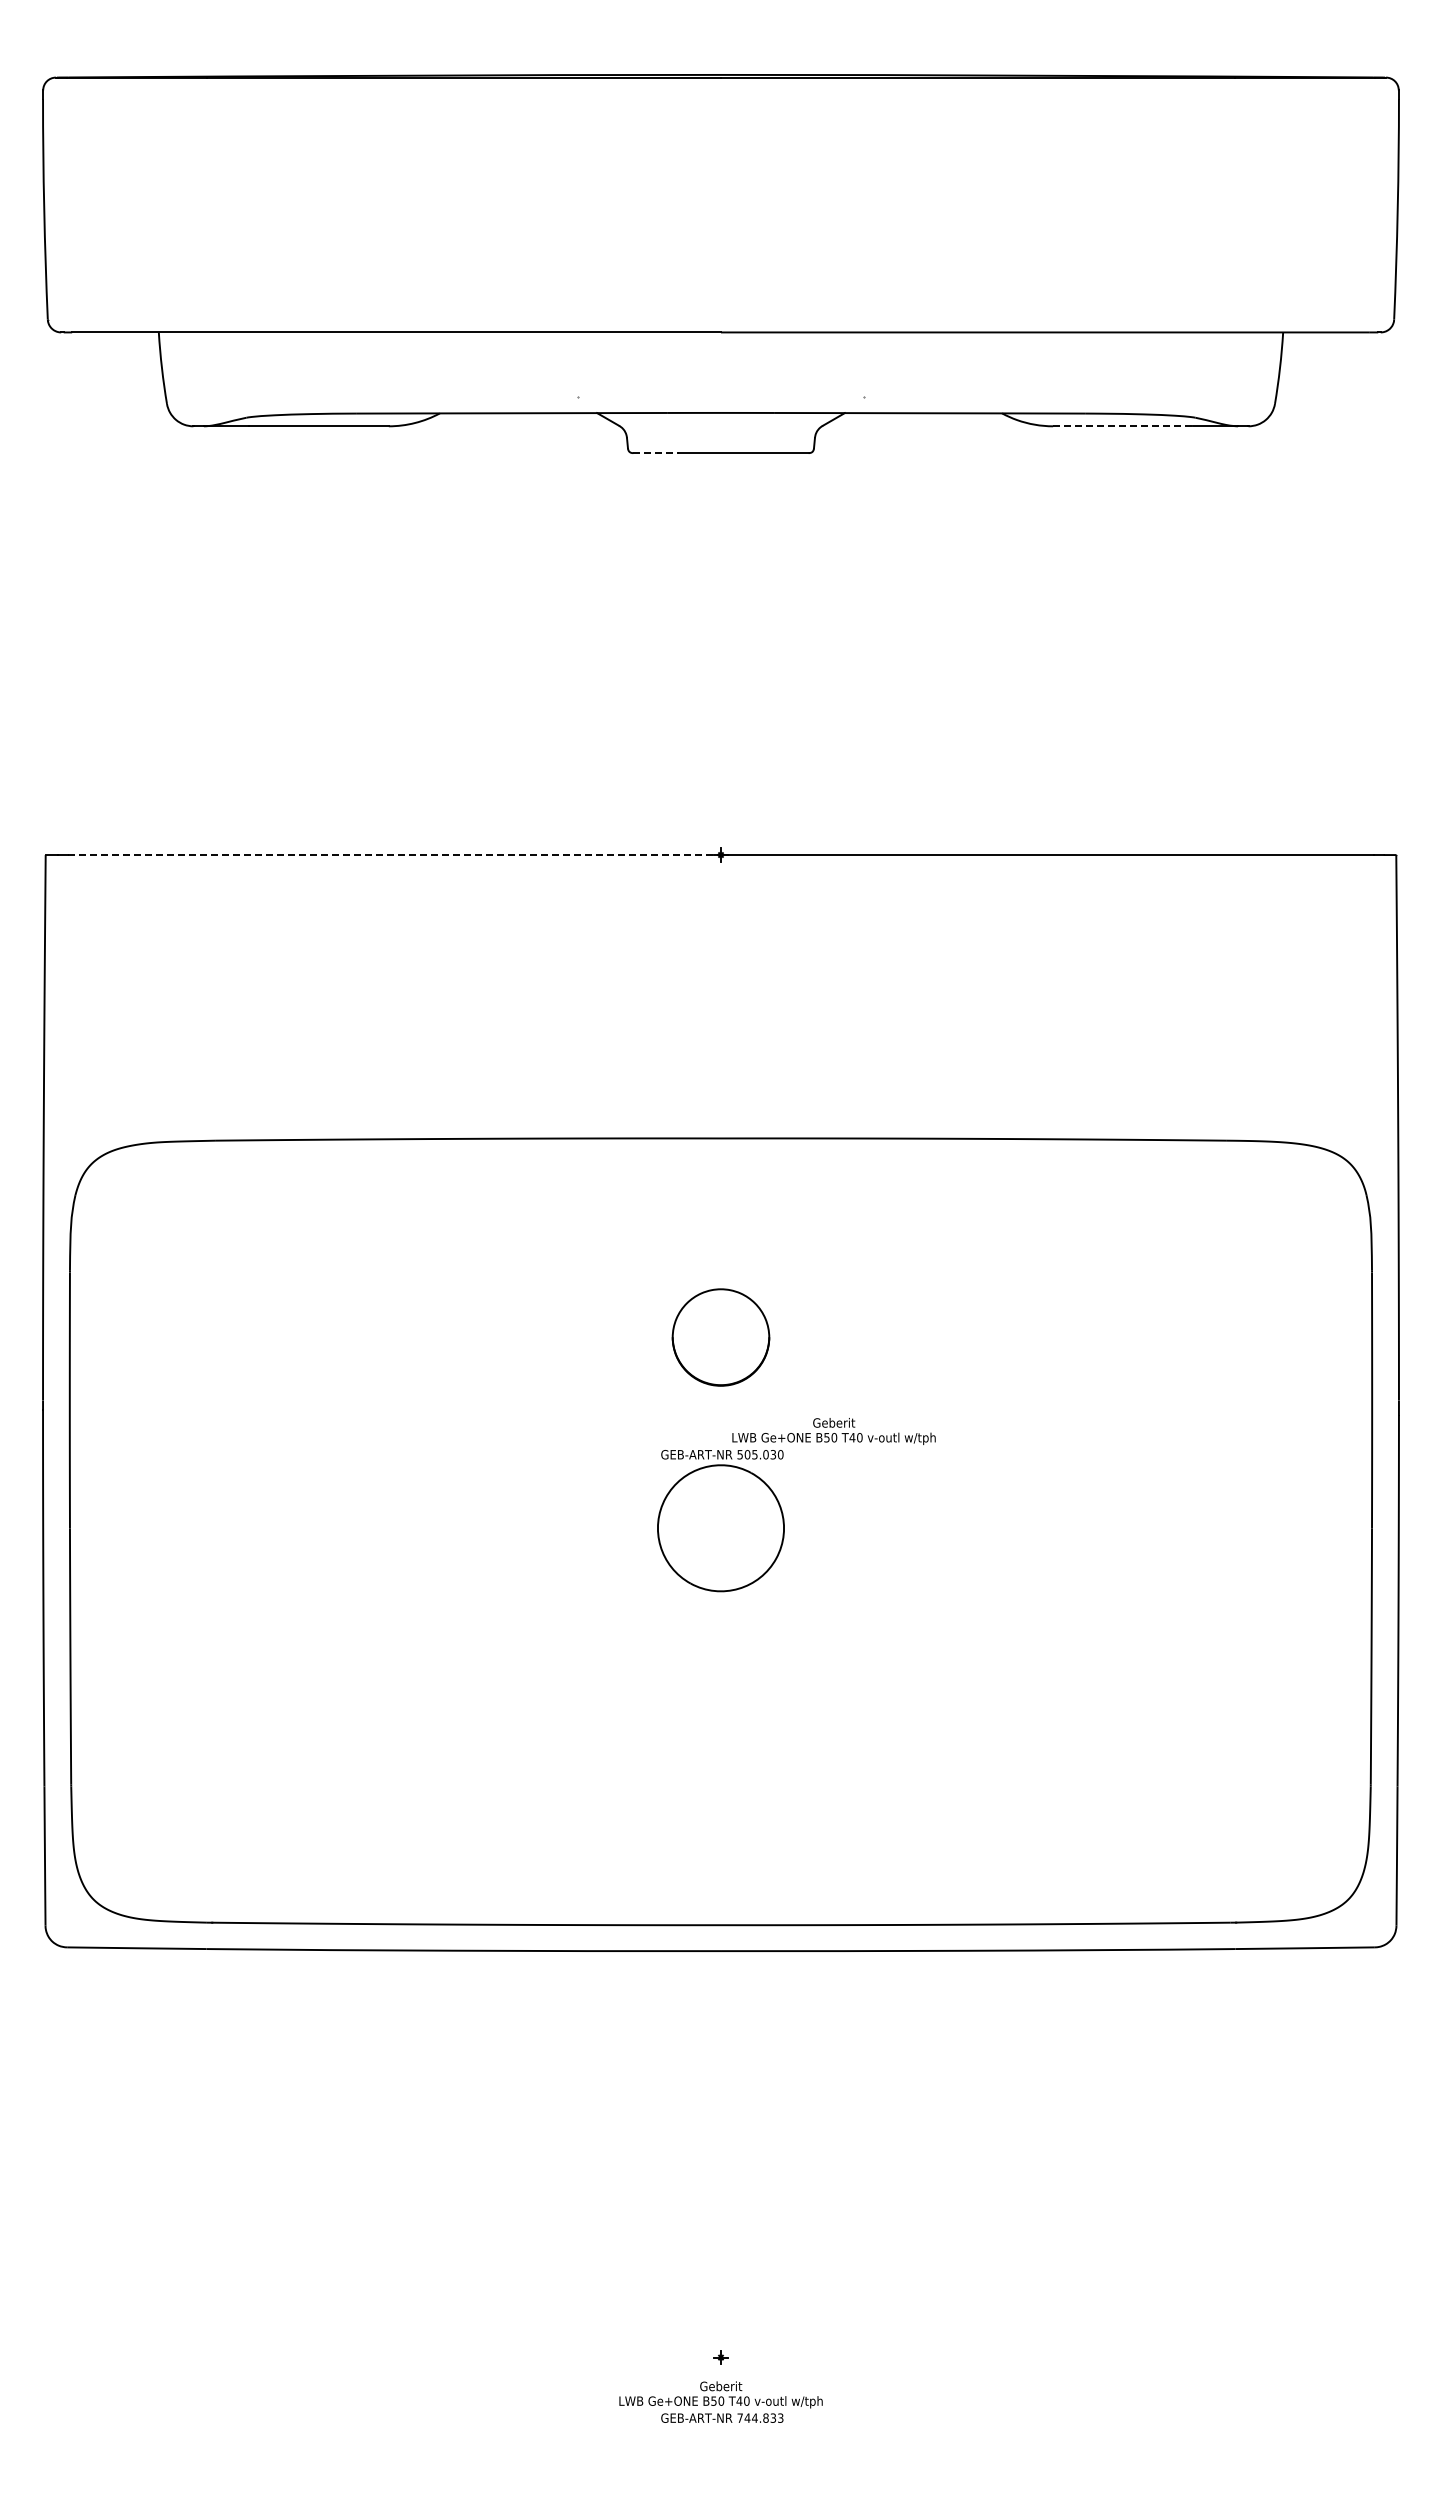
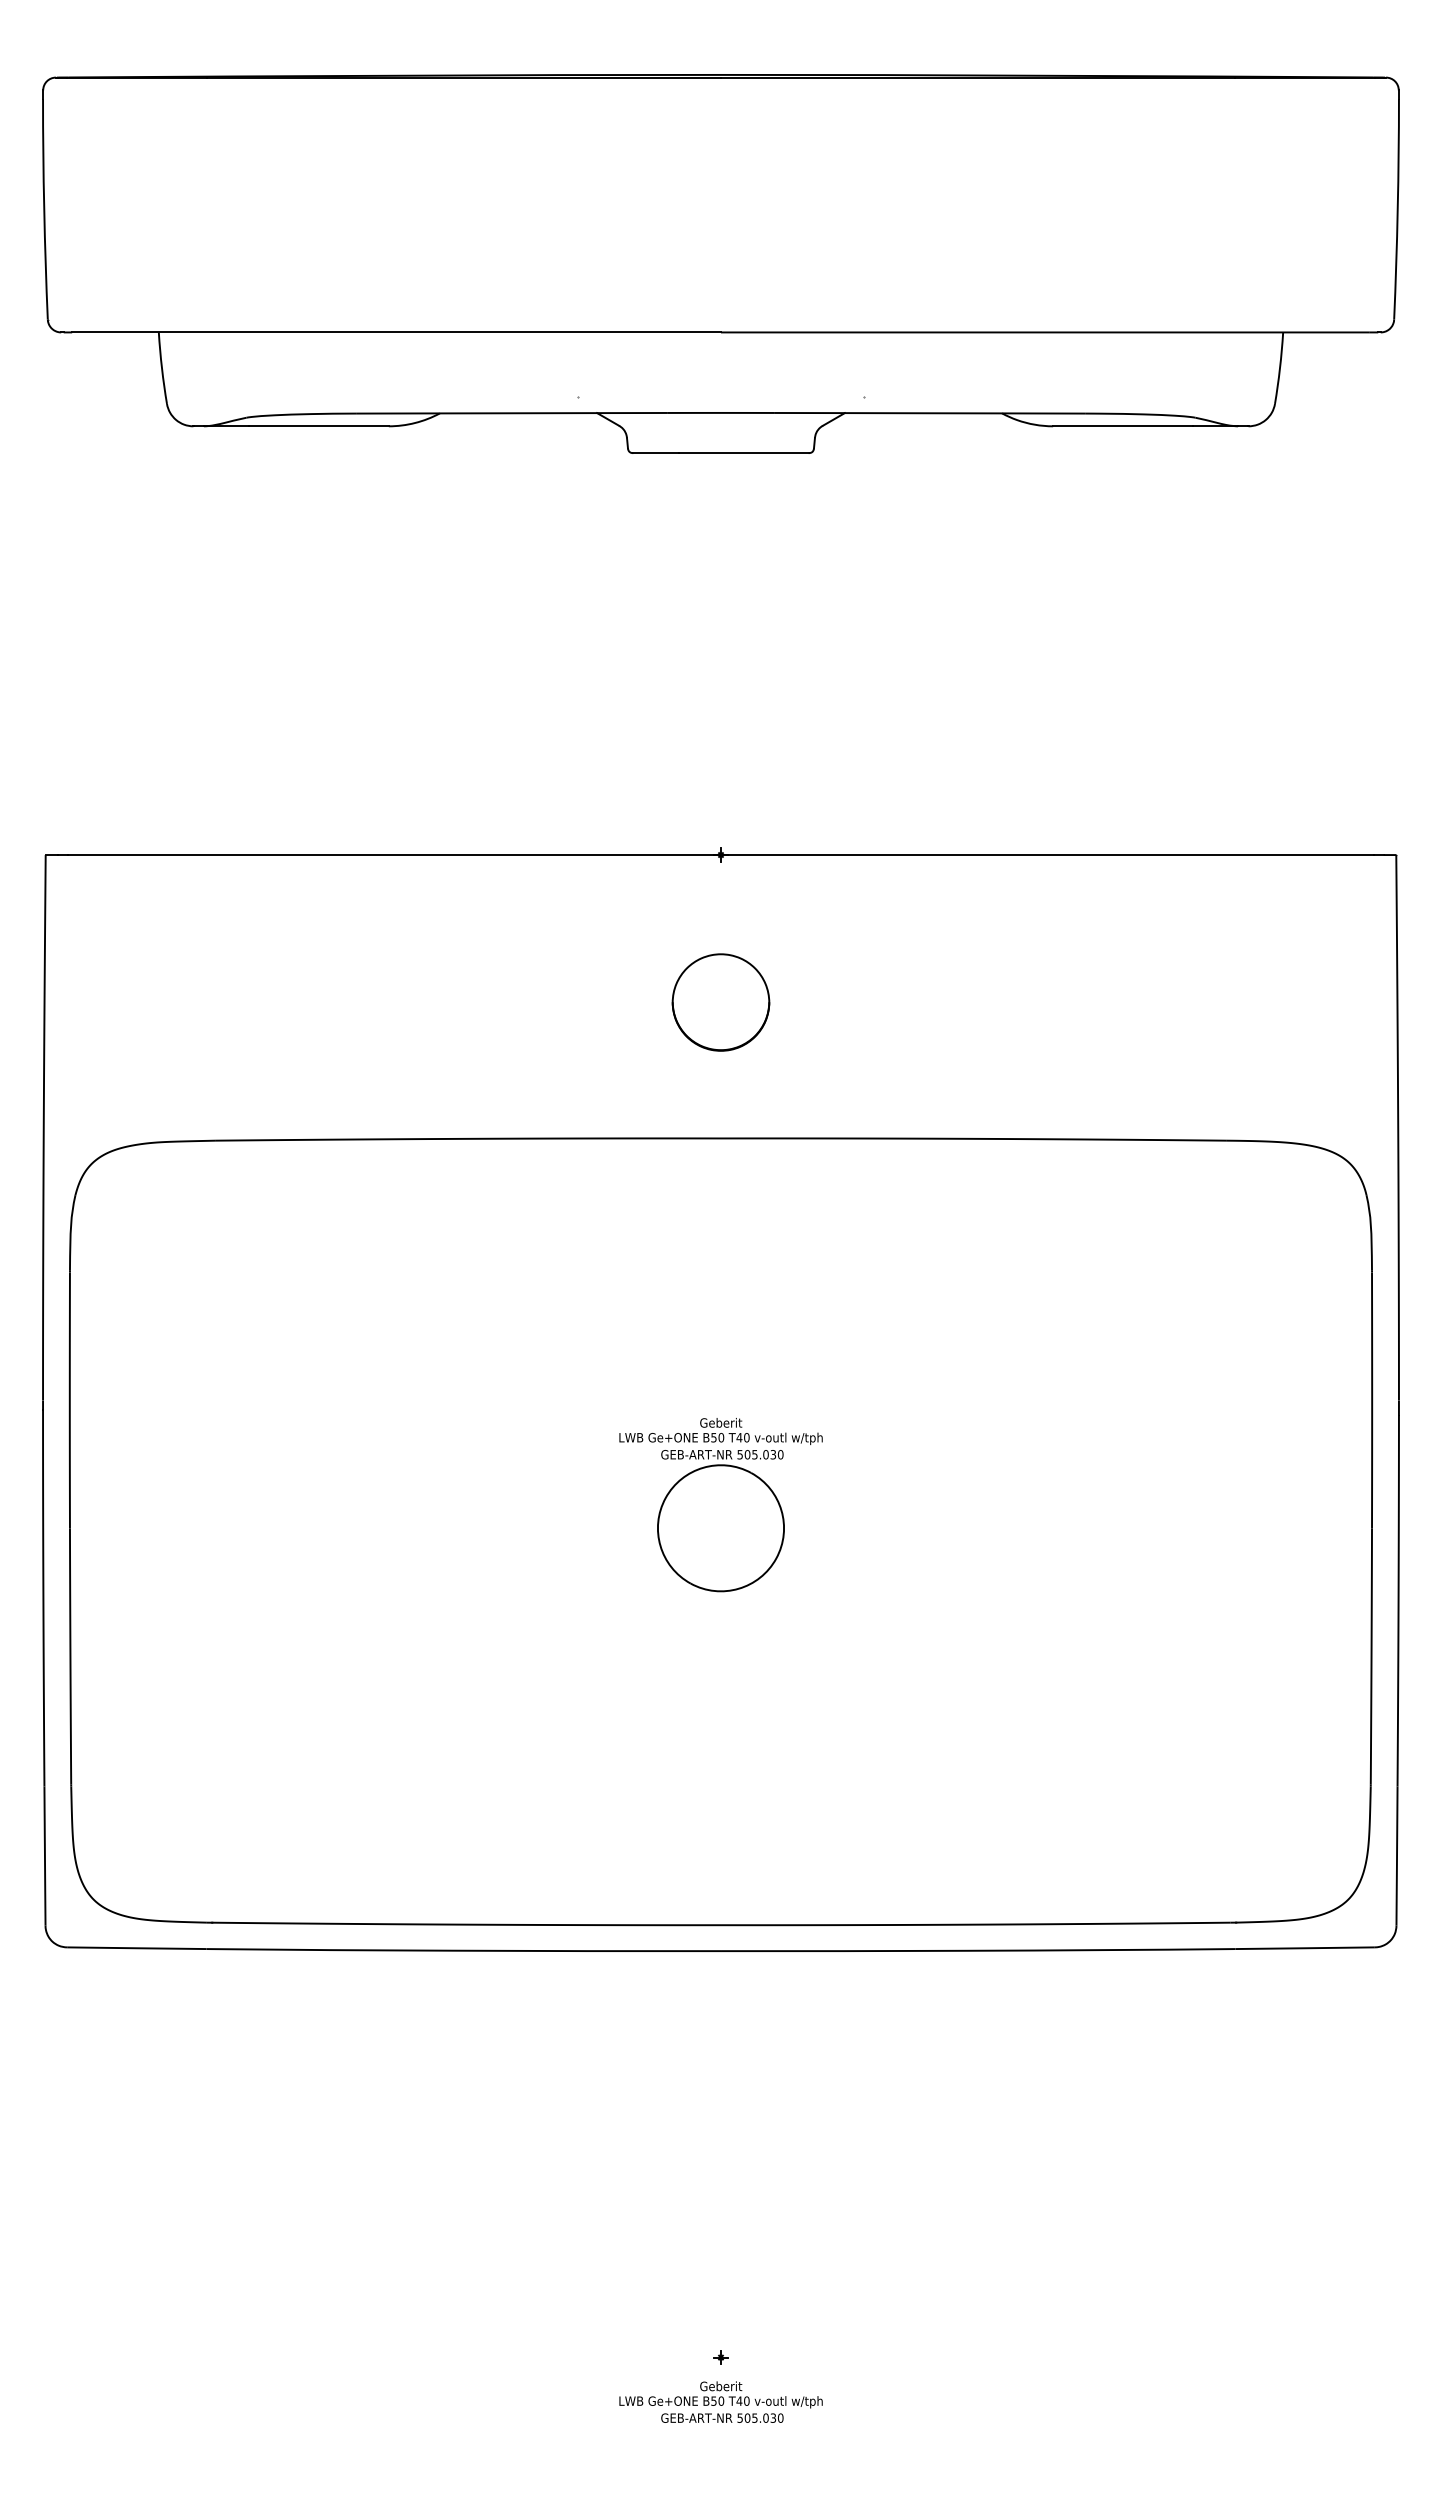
line at (1122, 426): dashed -> solid
line at (656, 453): dashed -> solid
line at (395, 855): dashed -> solid
part at (720, 1337) position: (720, 1337) -> (720, 1002)
text at (833, 1431) position: (833, 1431) -> (720, 1431)
text at (760, 2417): 744.833 -> 505.030
